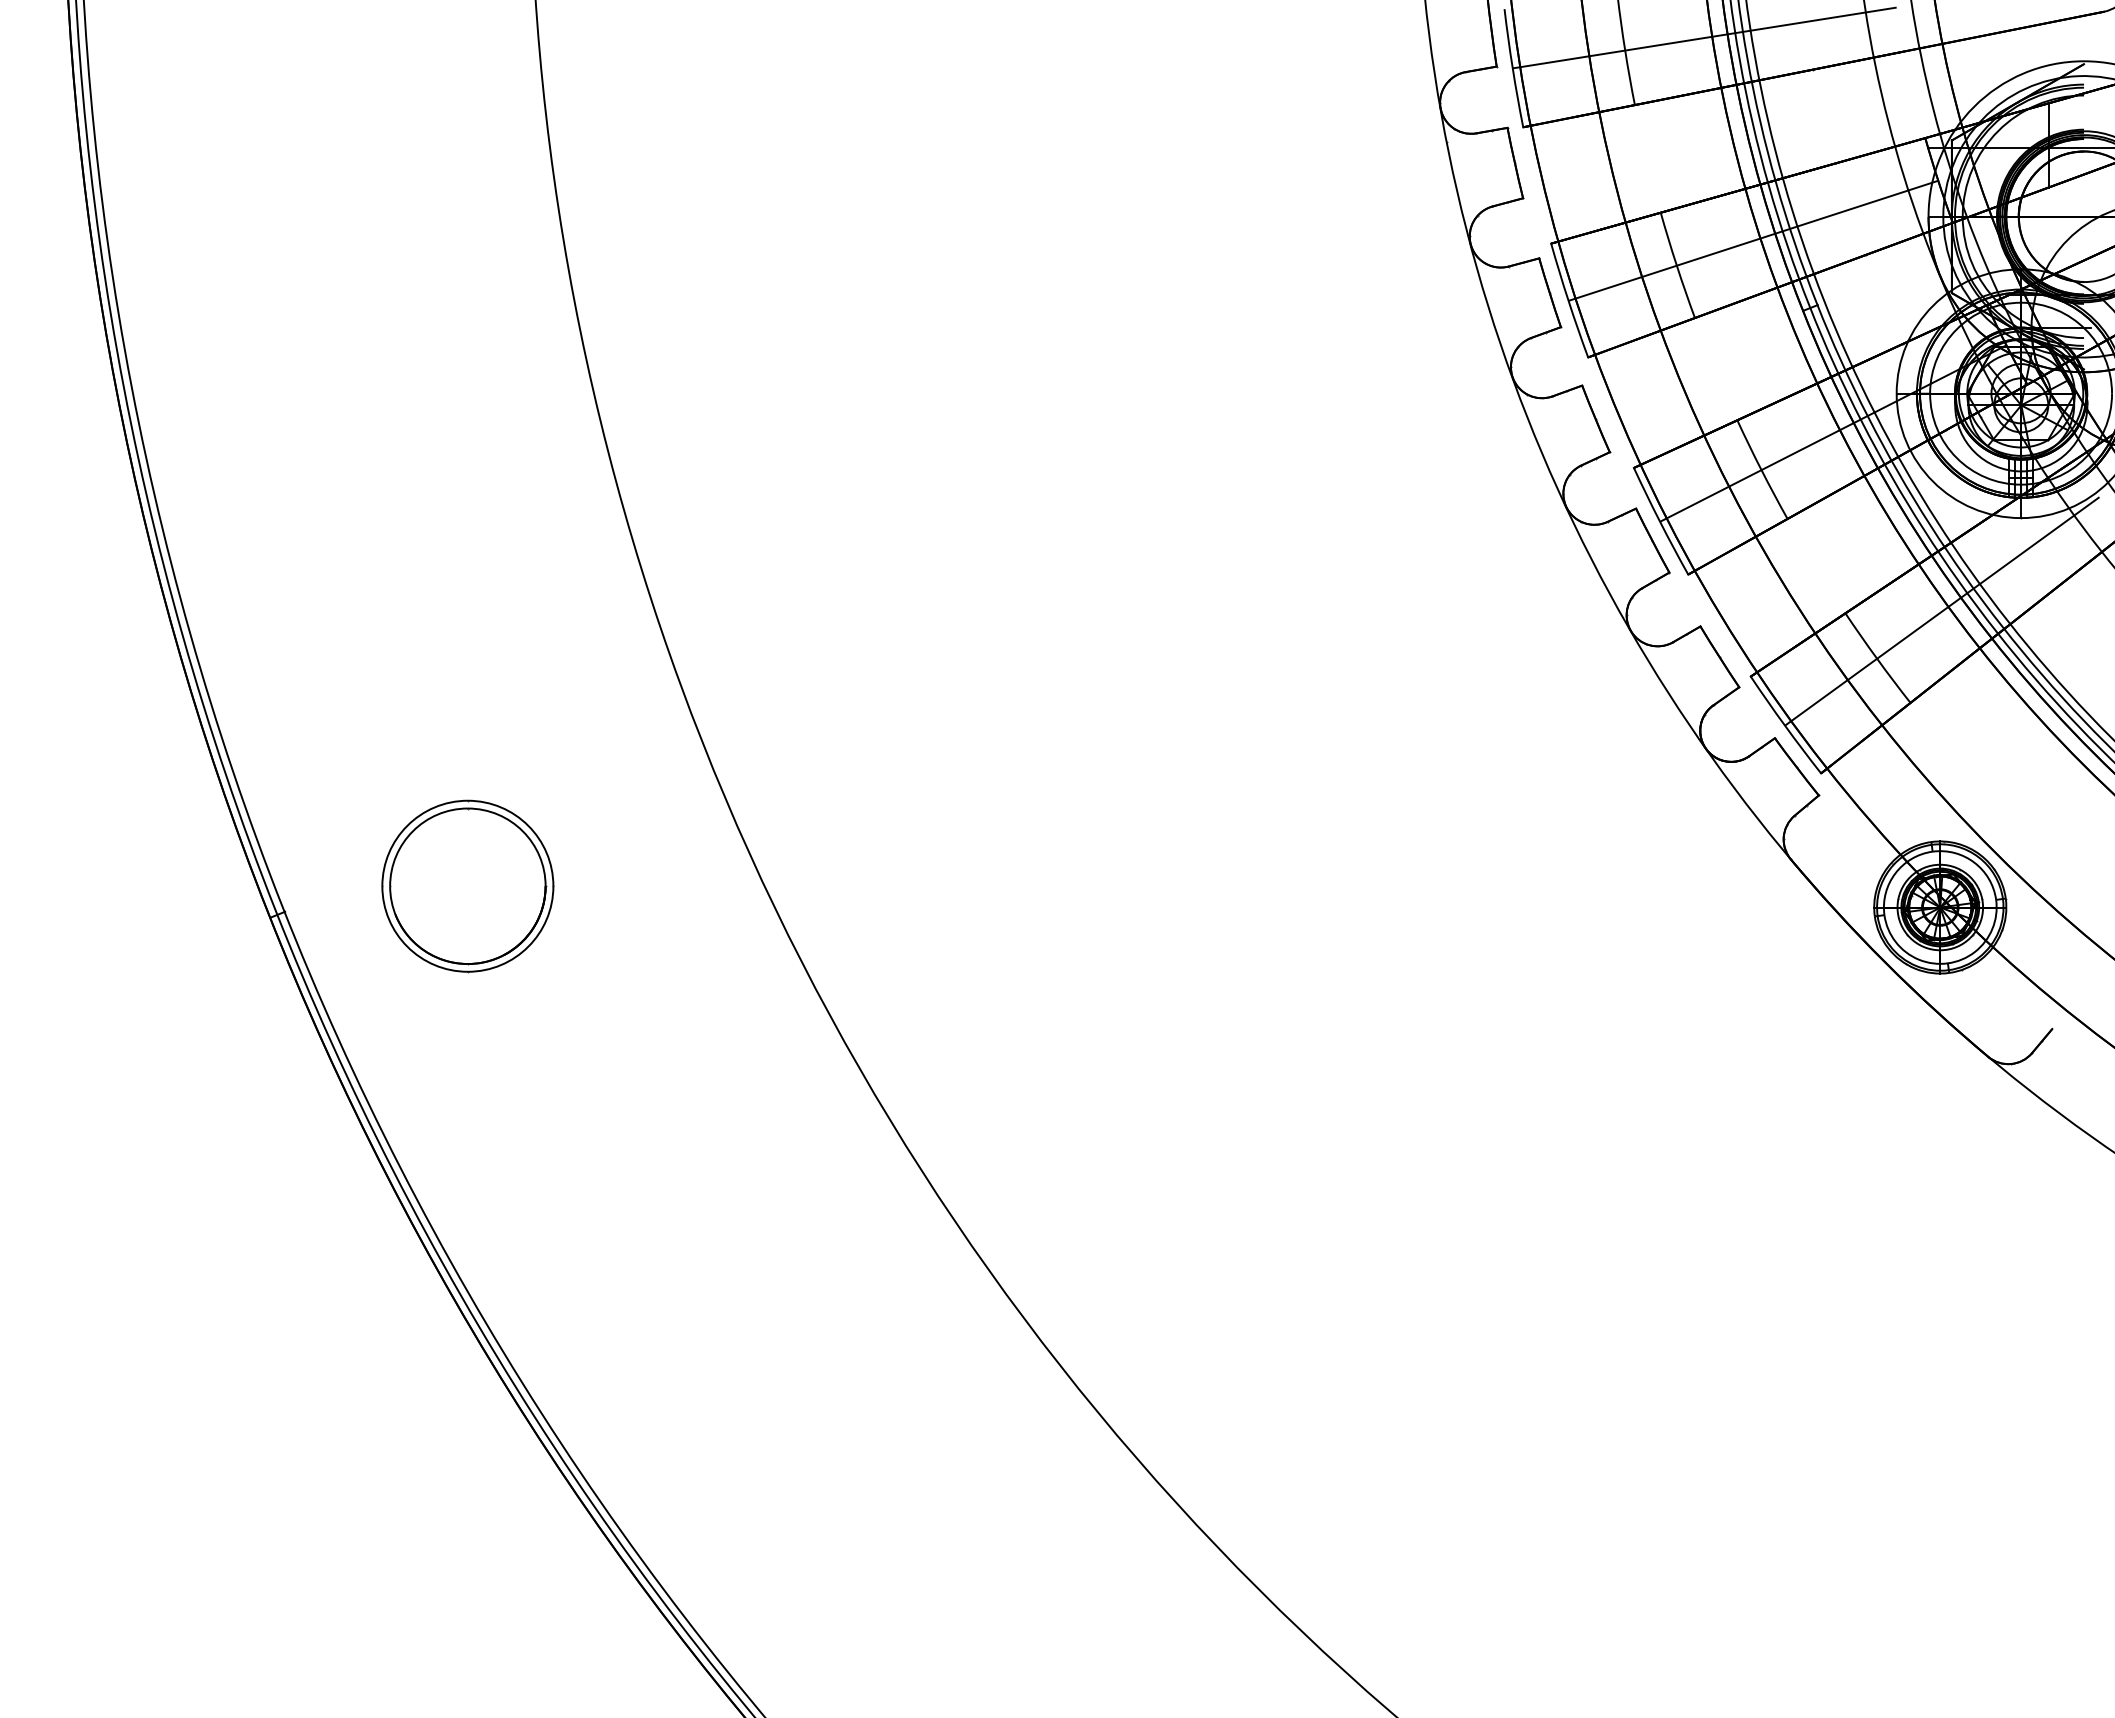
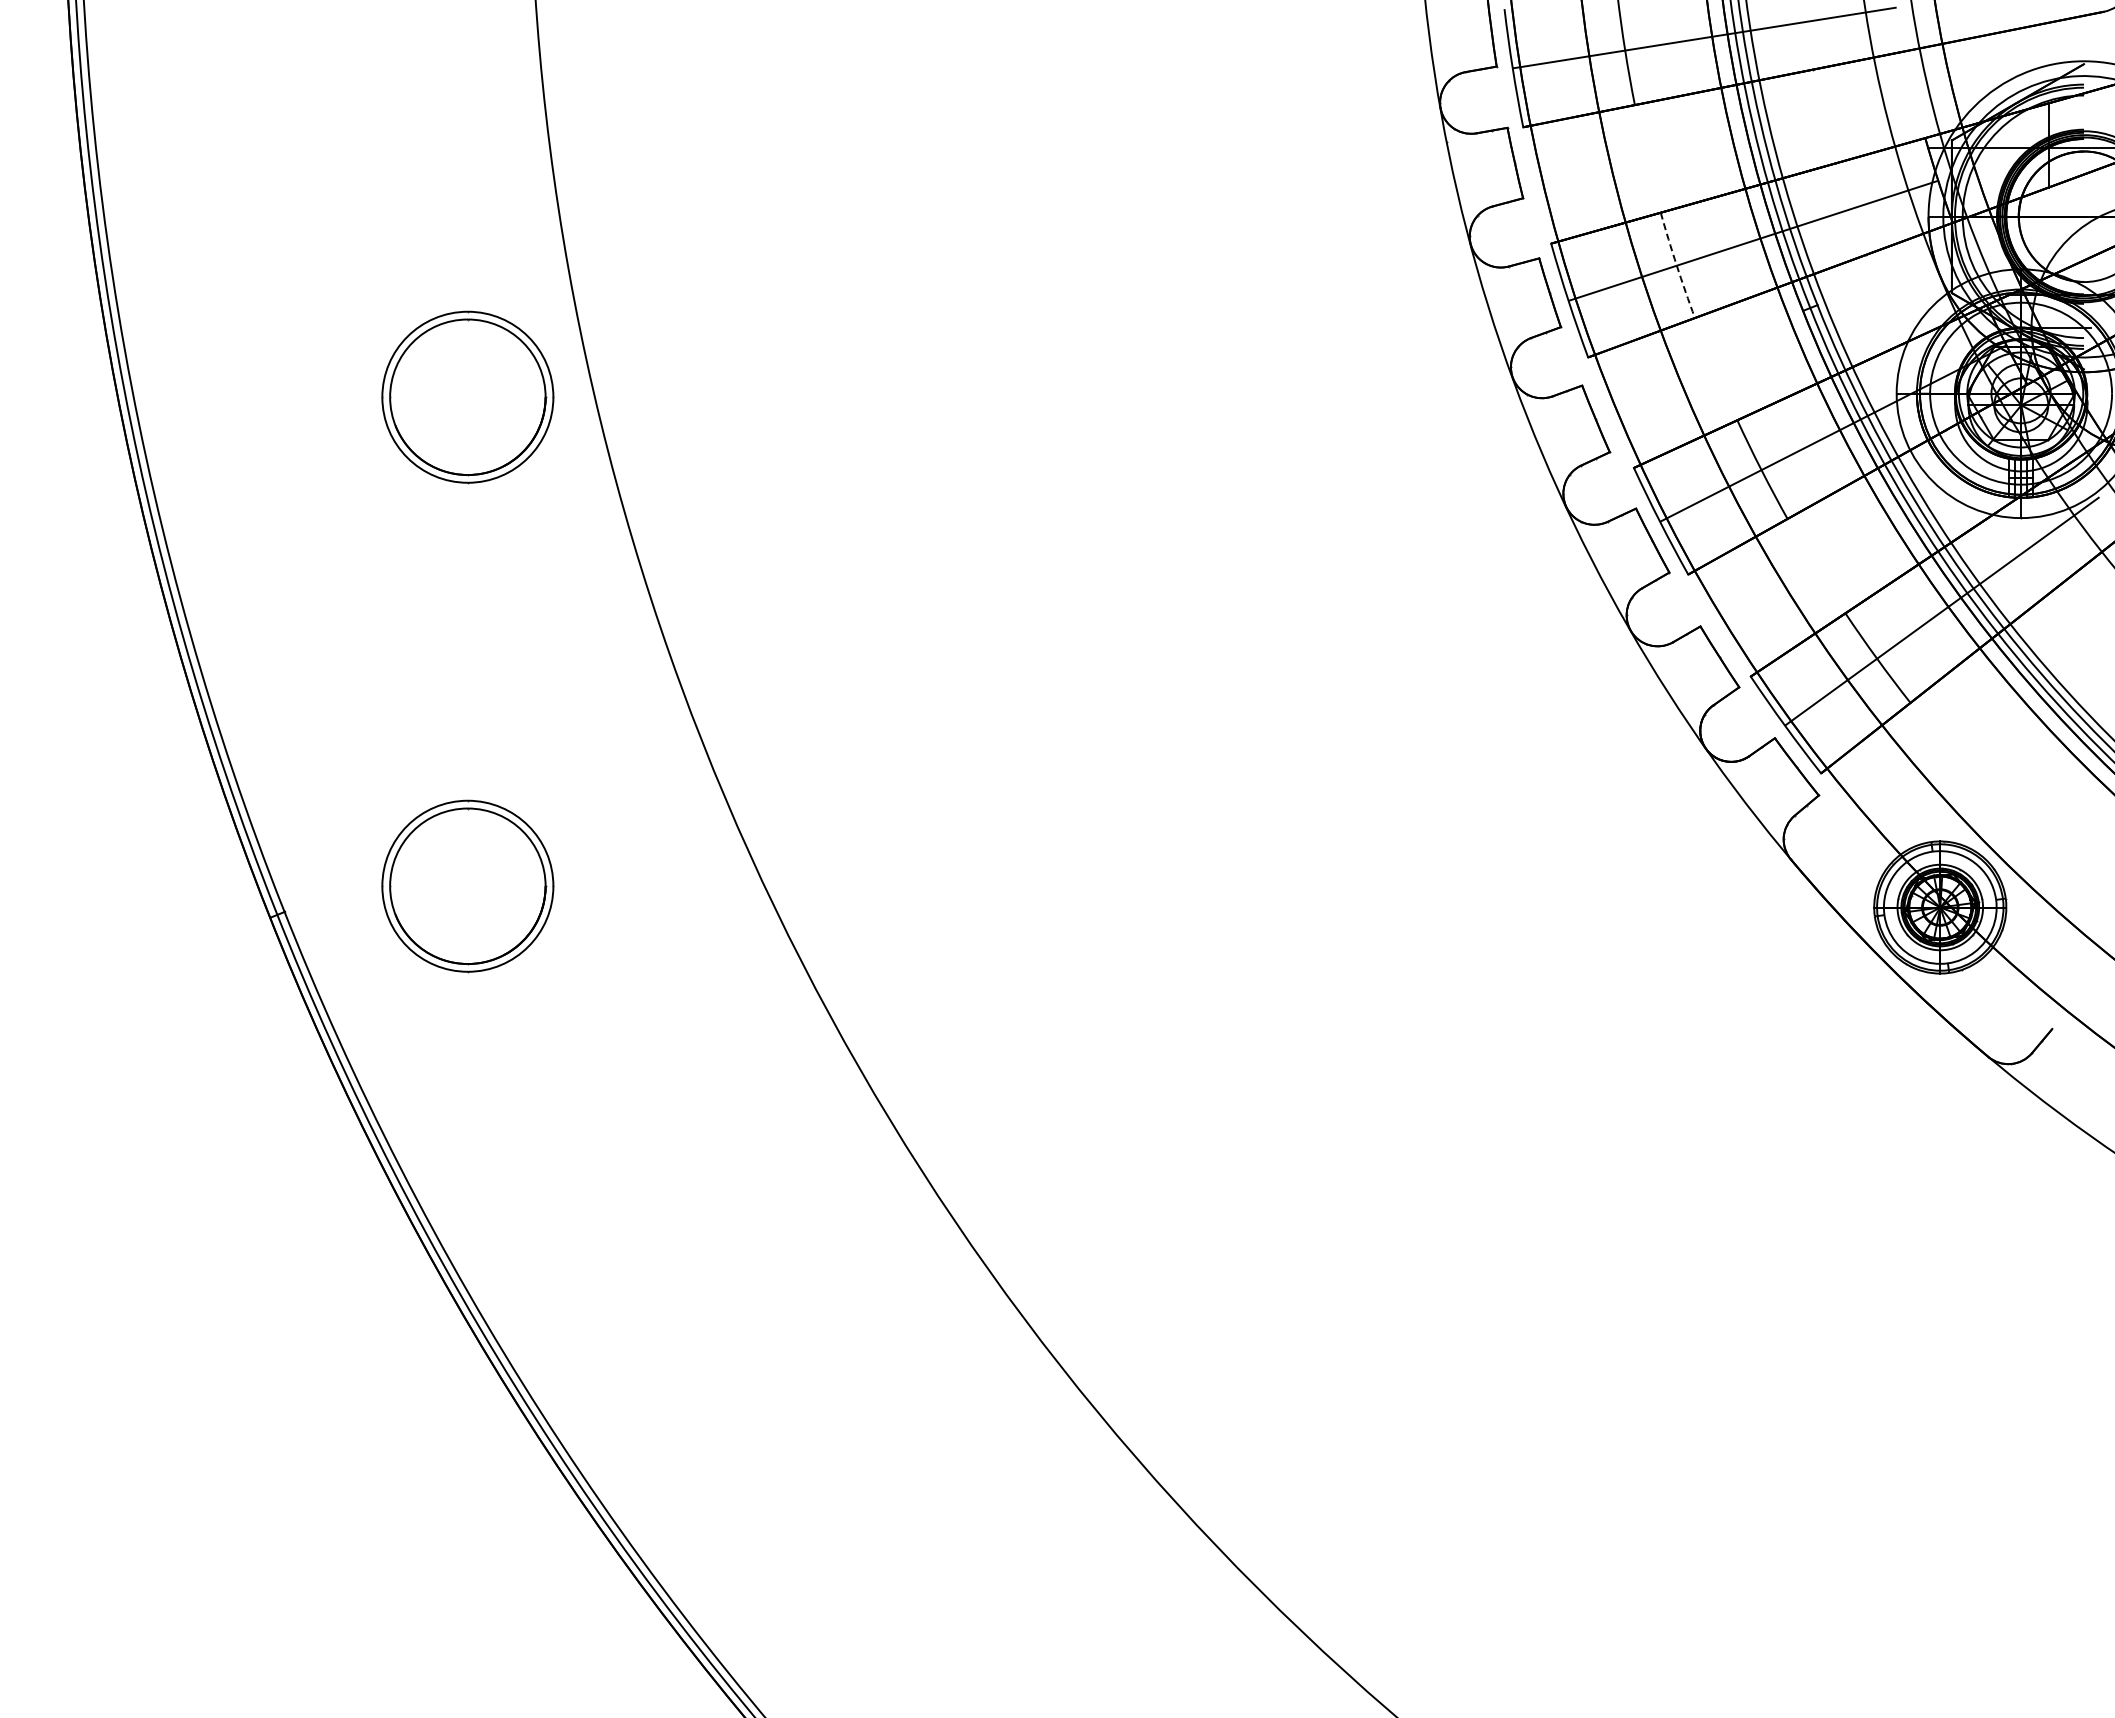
arc at (1676, 265): solid -> dashed
part at (467, 397): none -> present
